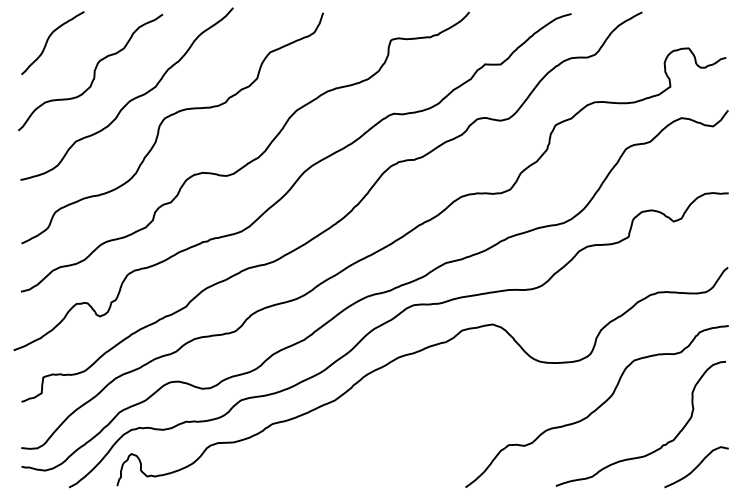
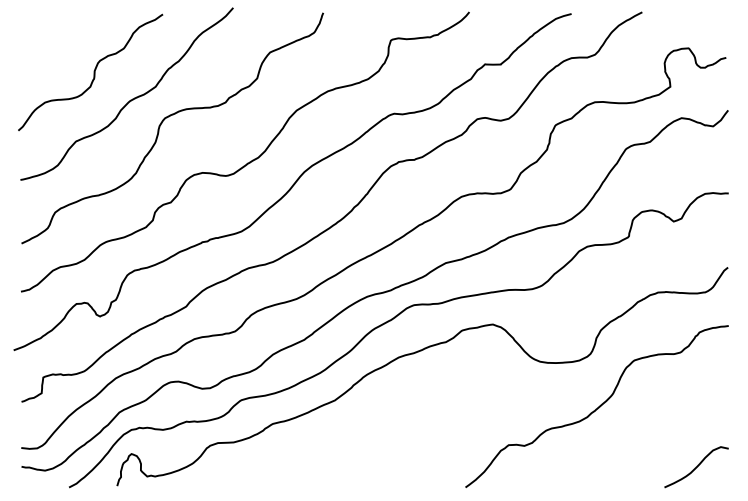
curve at (48, 40): present -> none
curve at (657, 448): present -> none
